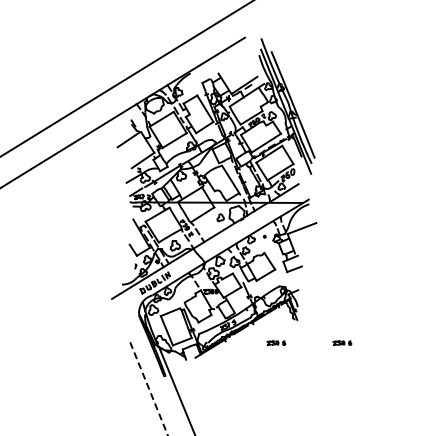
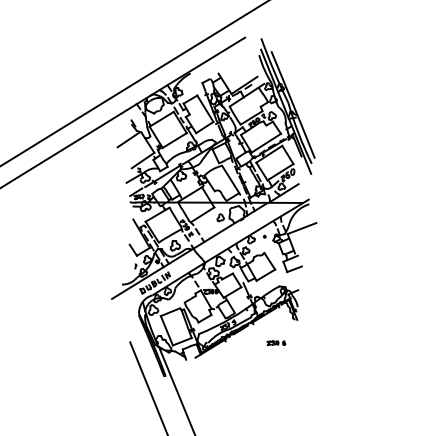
line at (126, 78) position: (126, 78) -> (134, 83)
part at (342, 342): present -> none
line at (149, 389): dashed -> solid
